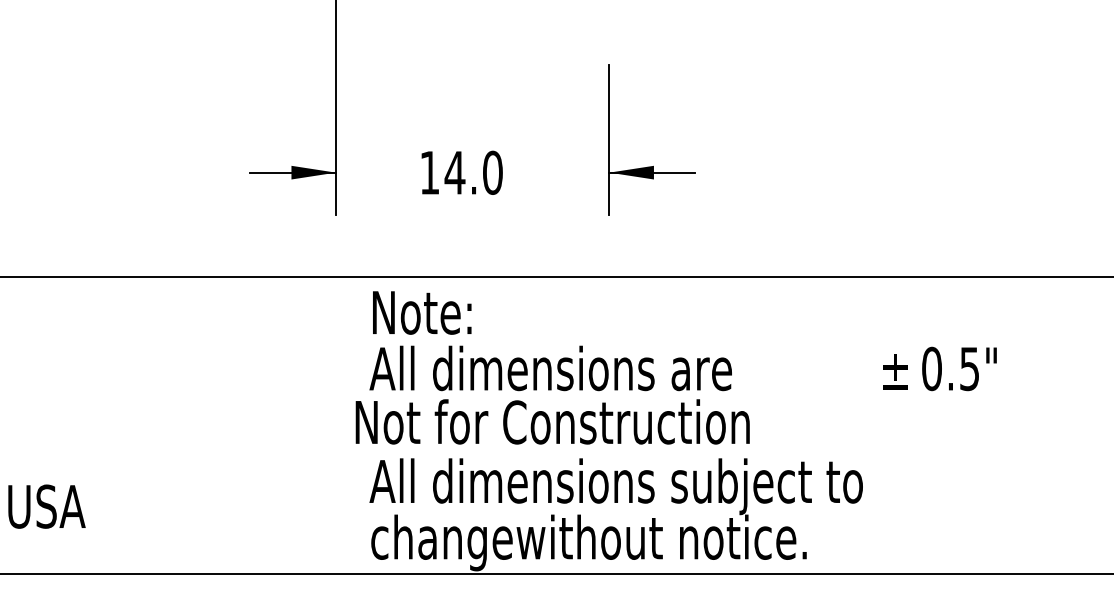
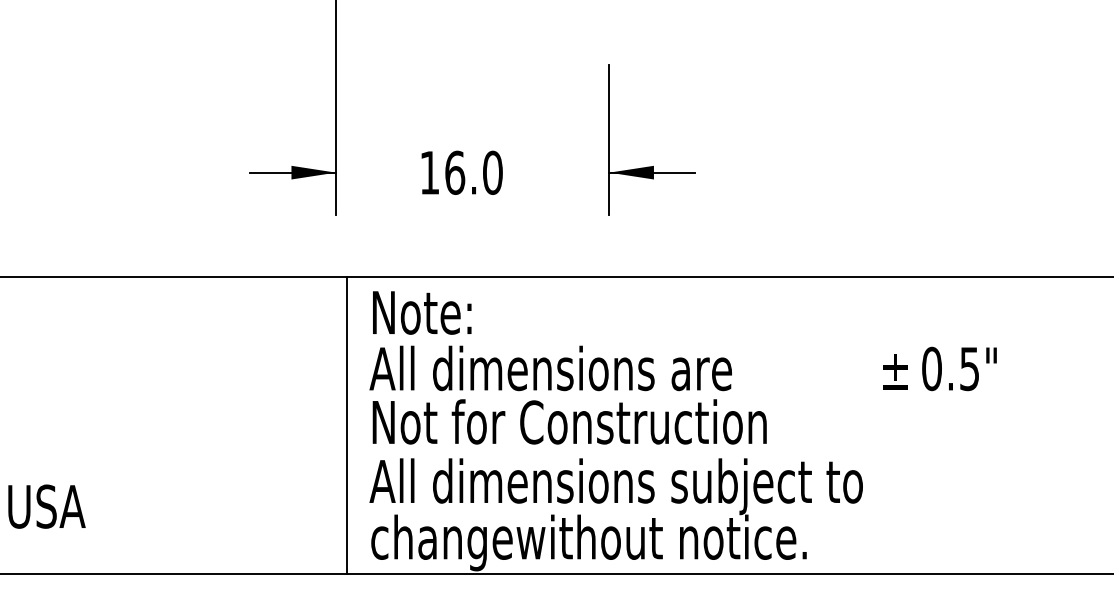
text at (454, 172): 14.0 -> 16.0
text at (552, 421) position: (552, 421) -> (569, 421)
line at (346, 425): none -> present
